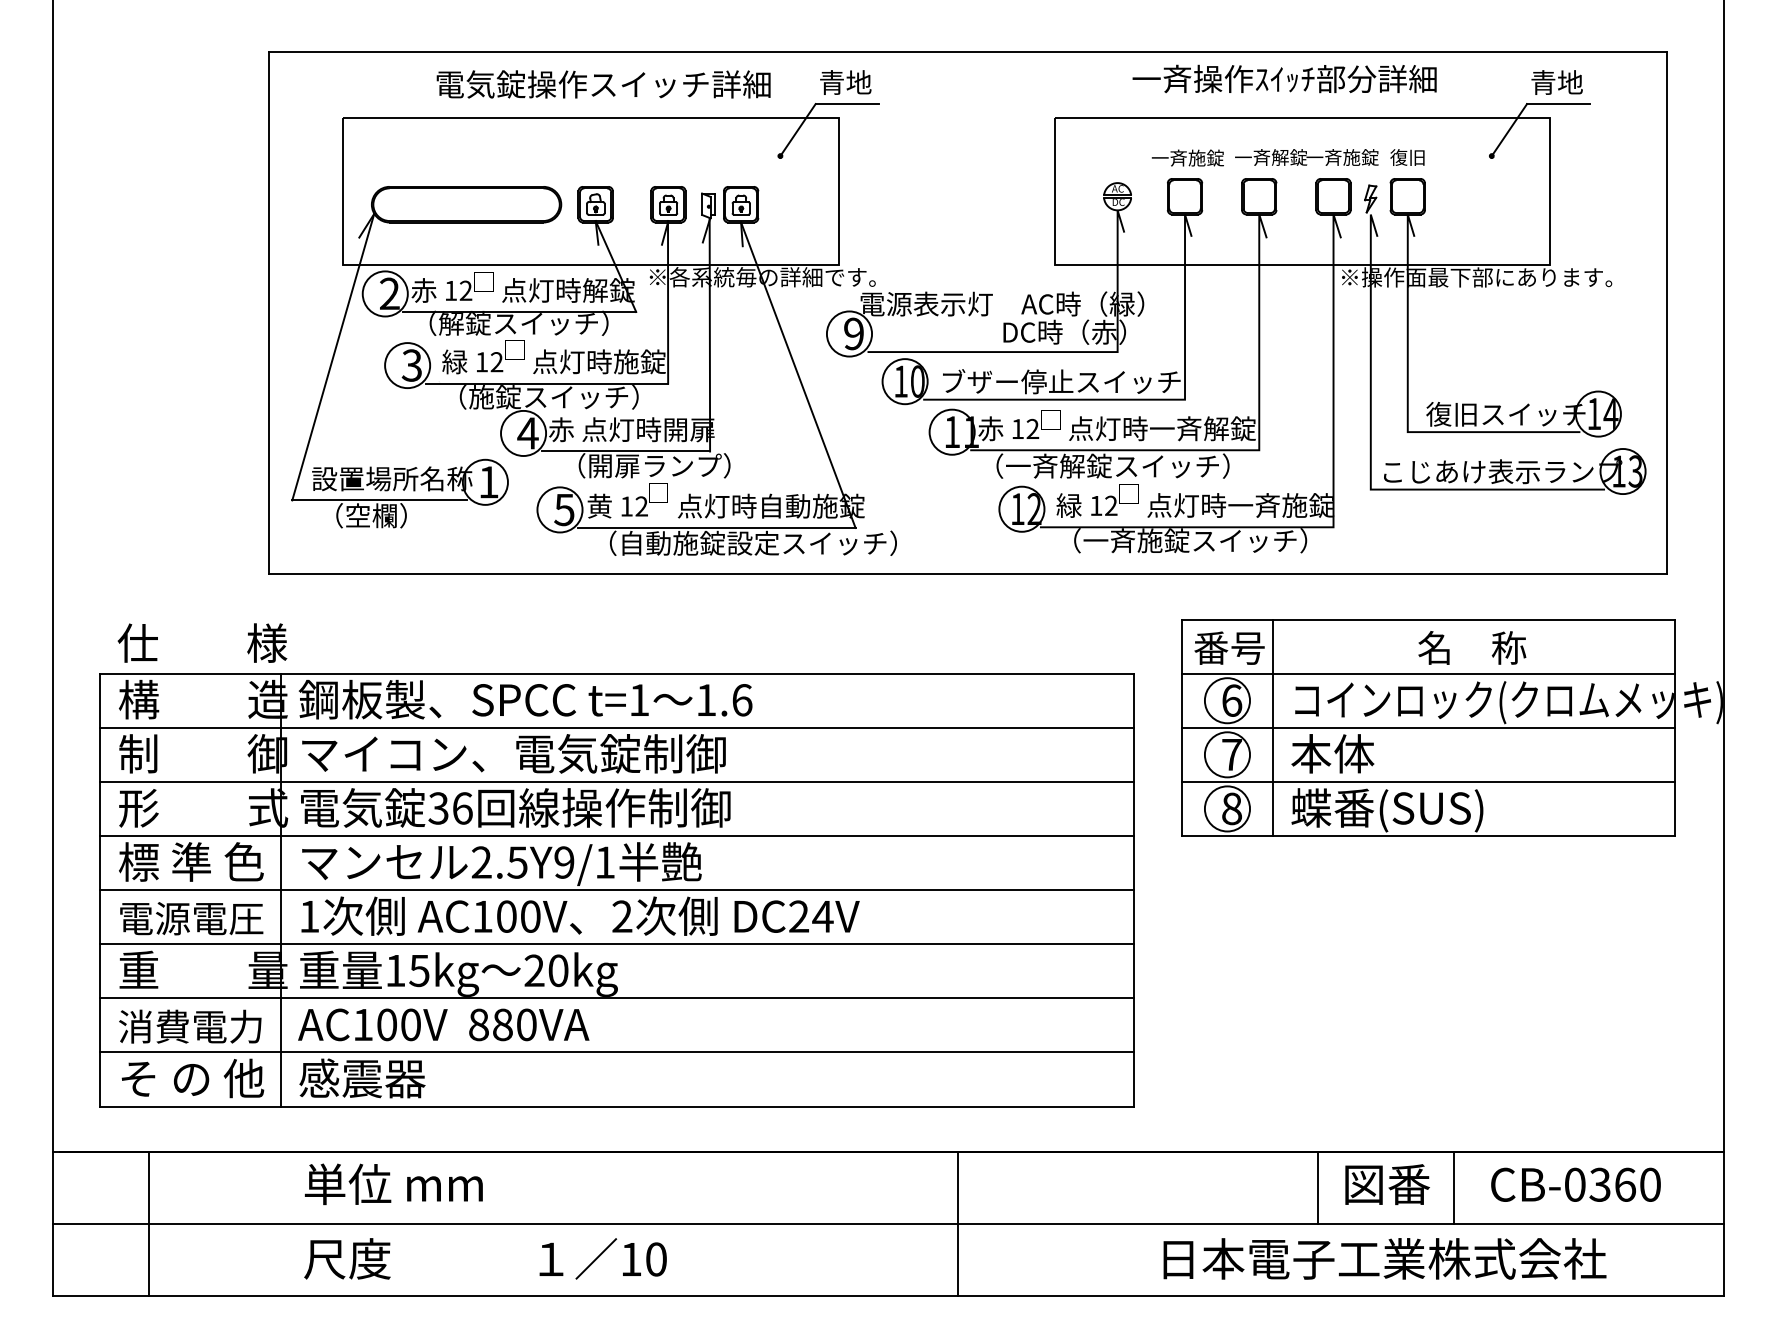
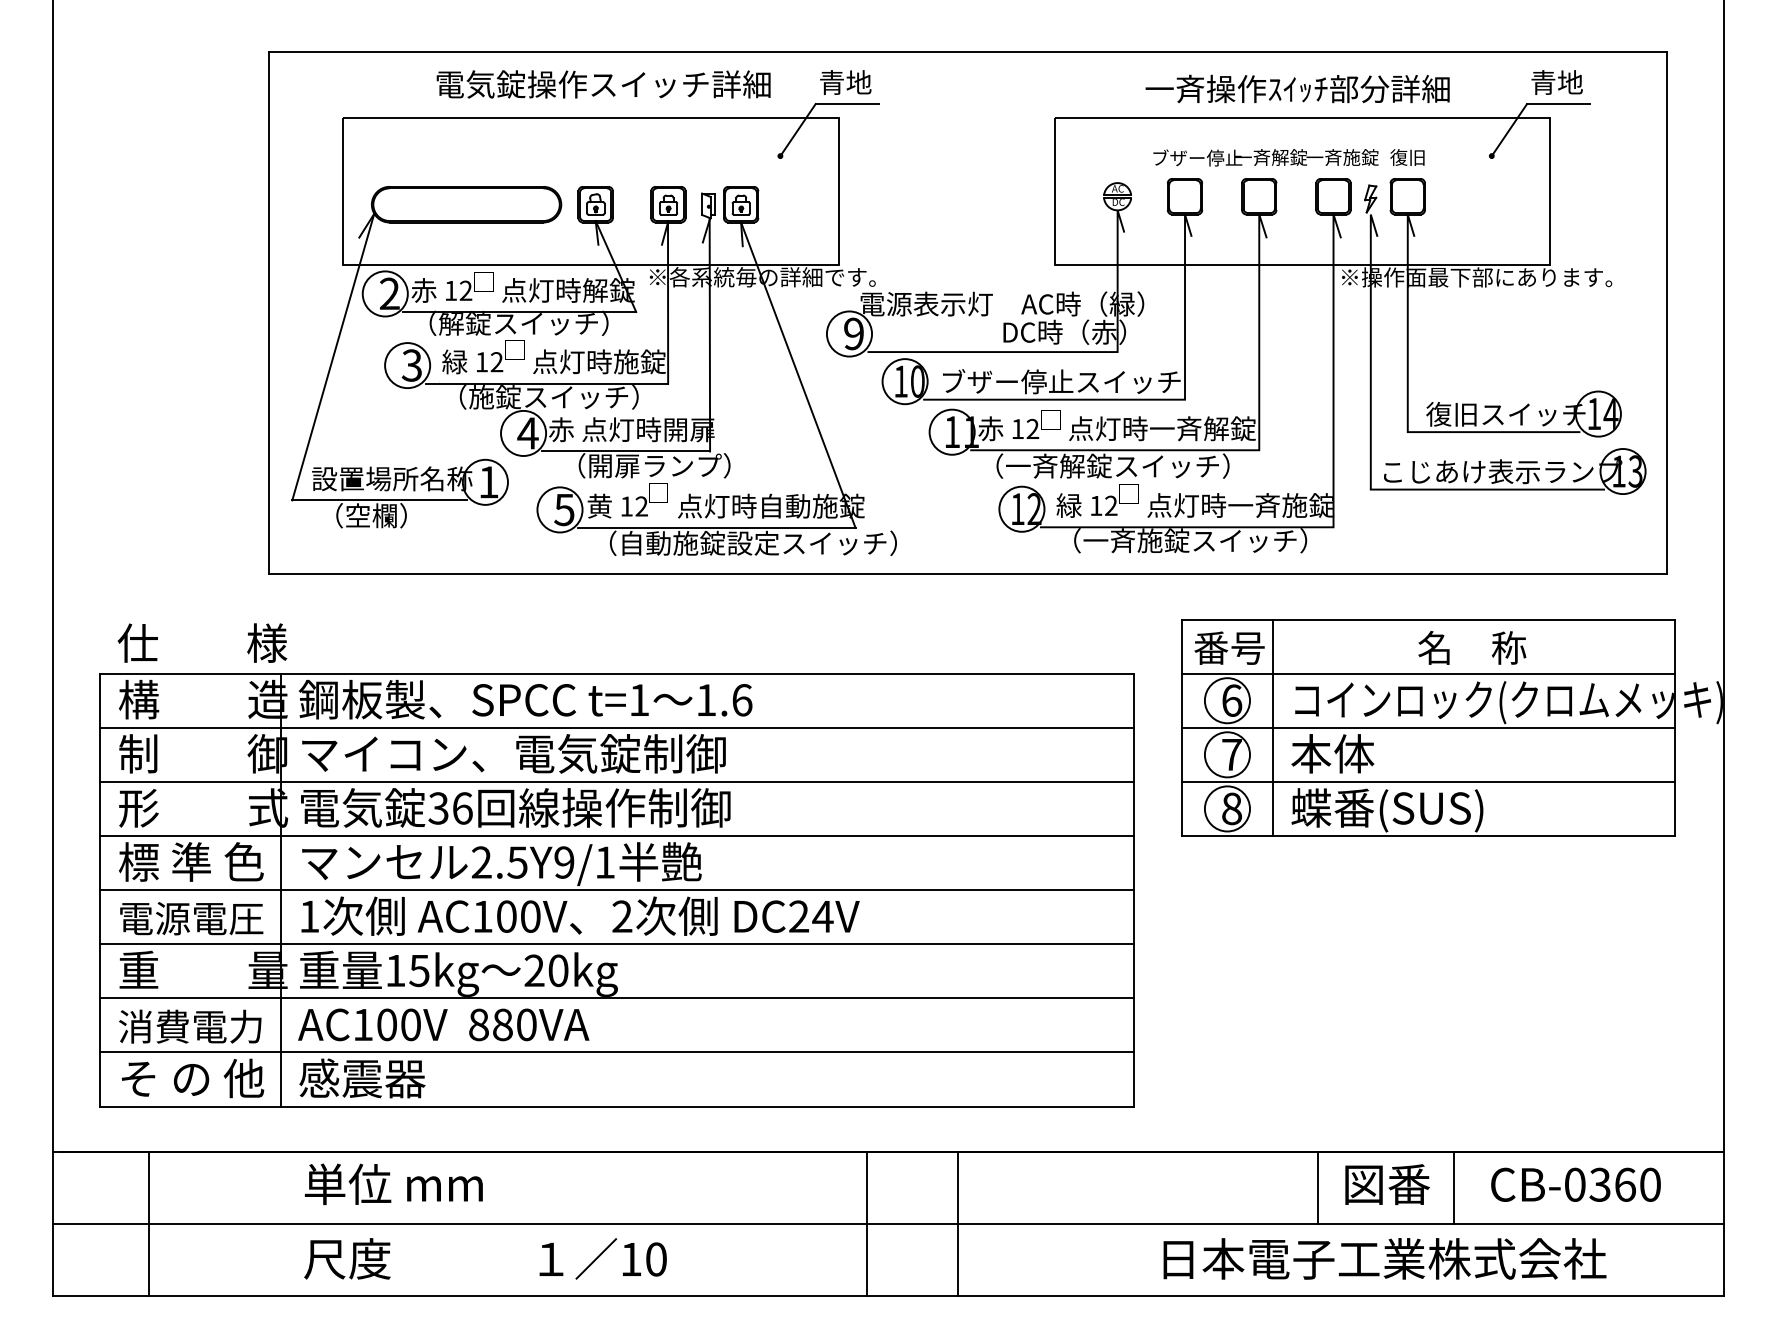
text at (1284, 78) position: (1284, 78) -> (1297, 88)
text at (1196, 157): 一斉施錠 -> ブザー停止
line at (867, 1223): none -> present
